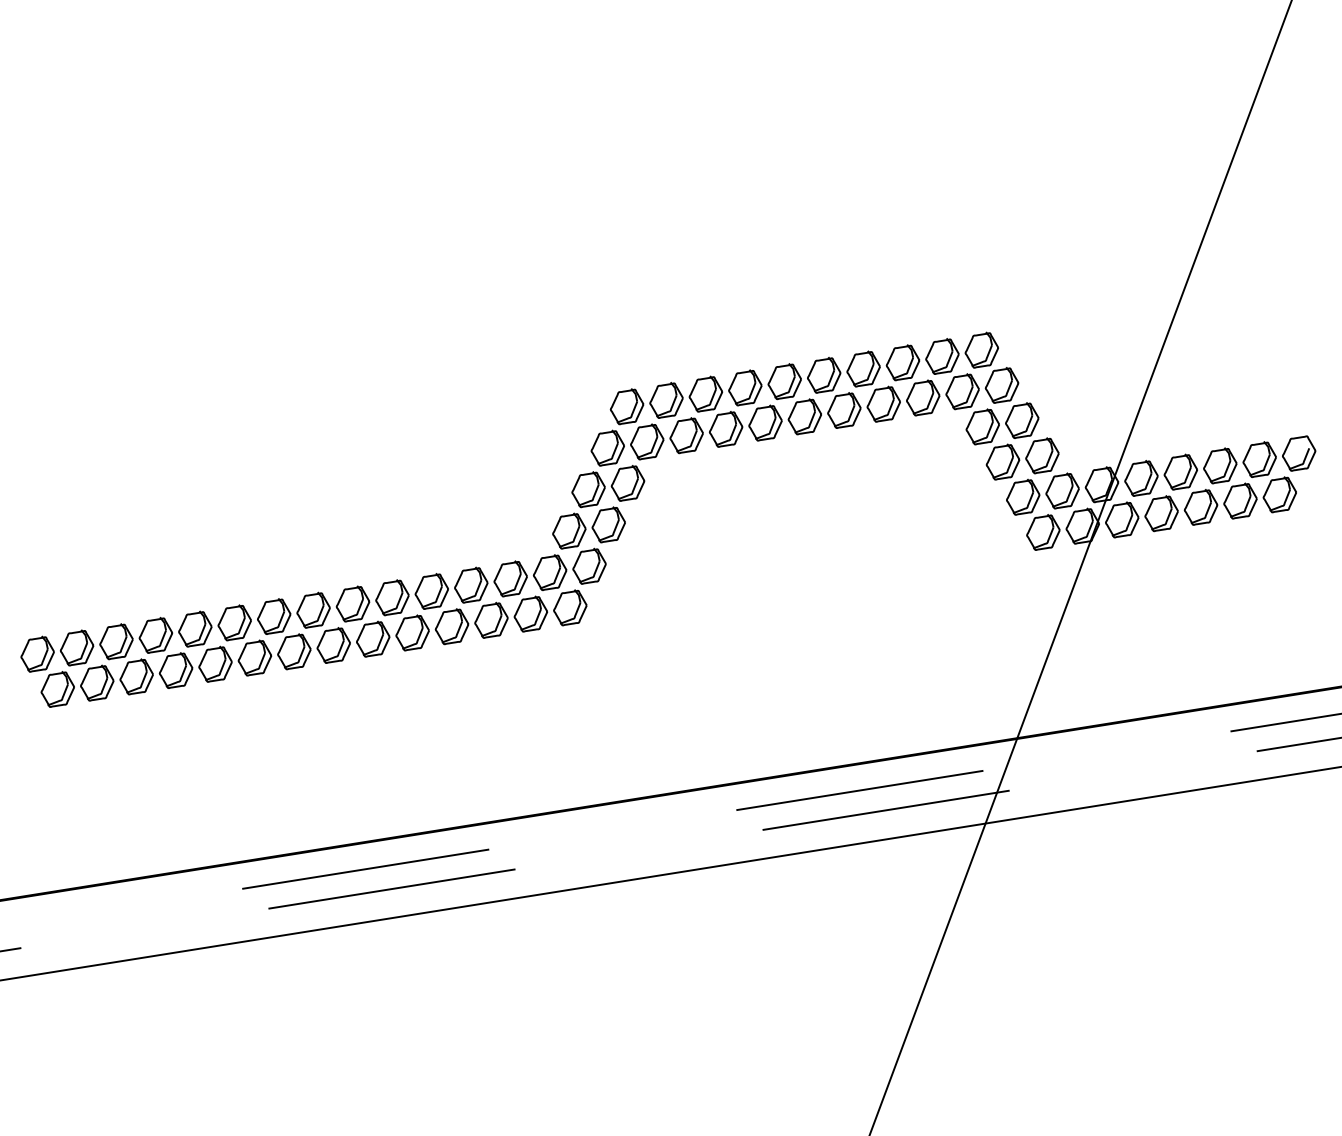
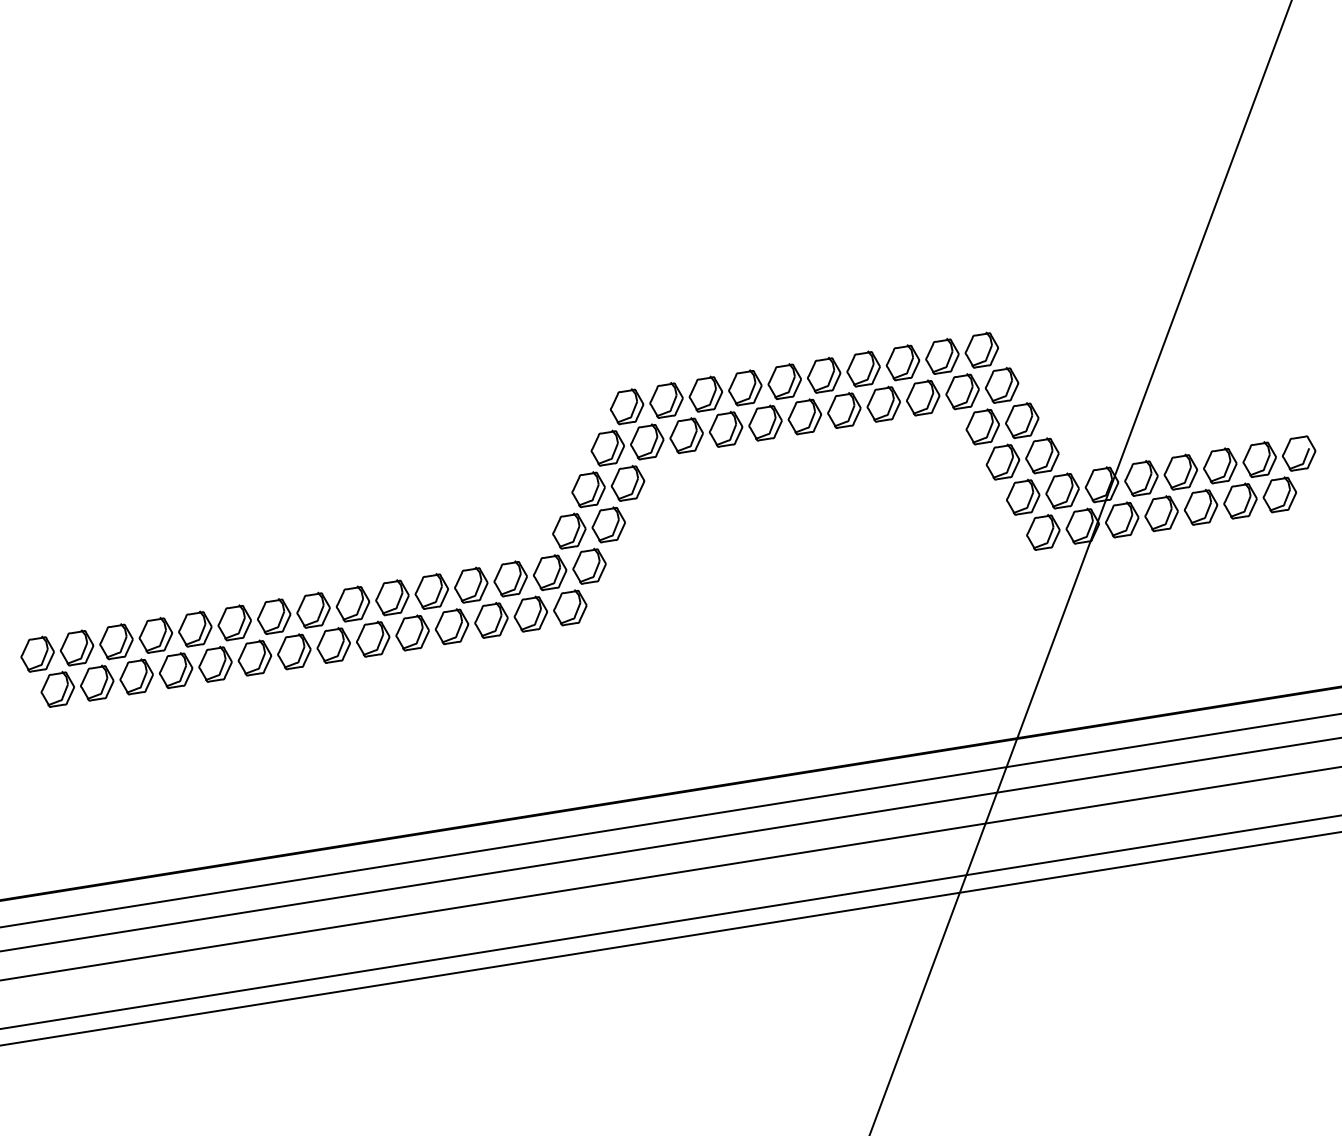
line at (671, 820): dashed -> solid
line at (670, 844): dashed -> solid
line at (670, 921): none -> present
line at (670, 938): none -> present
